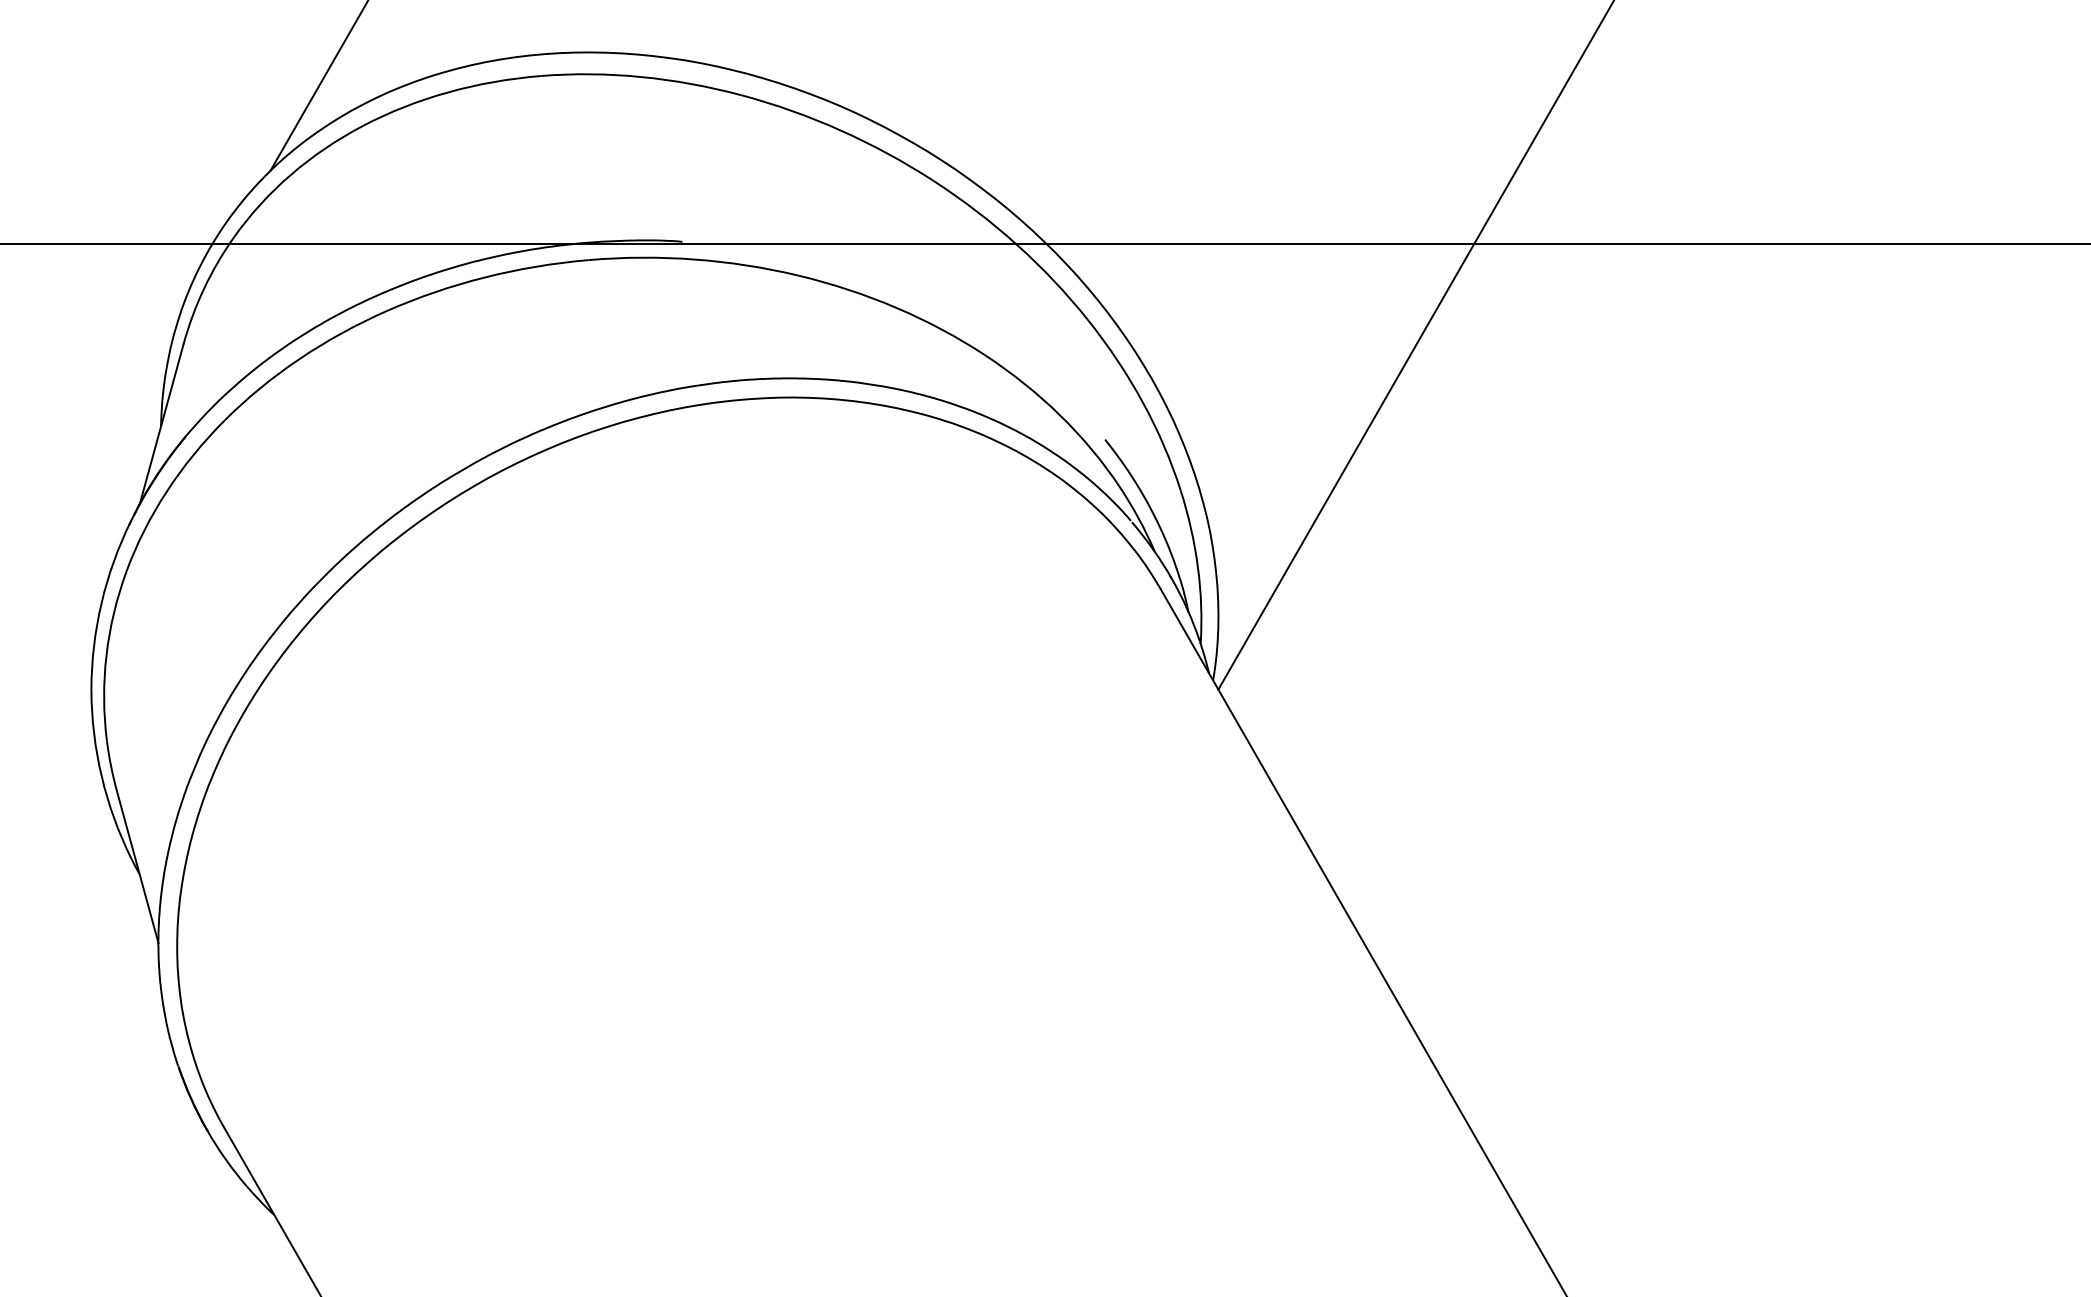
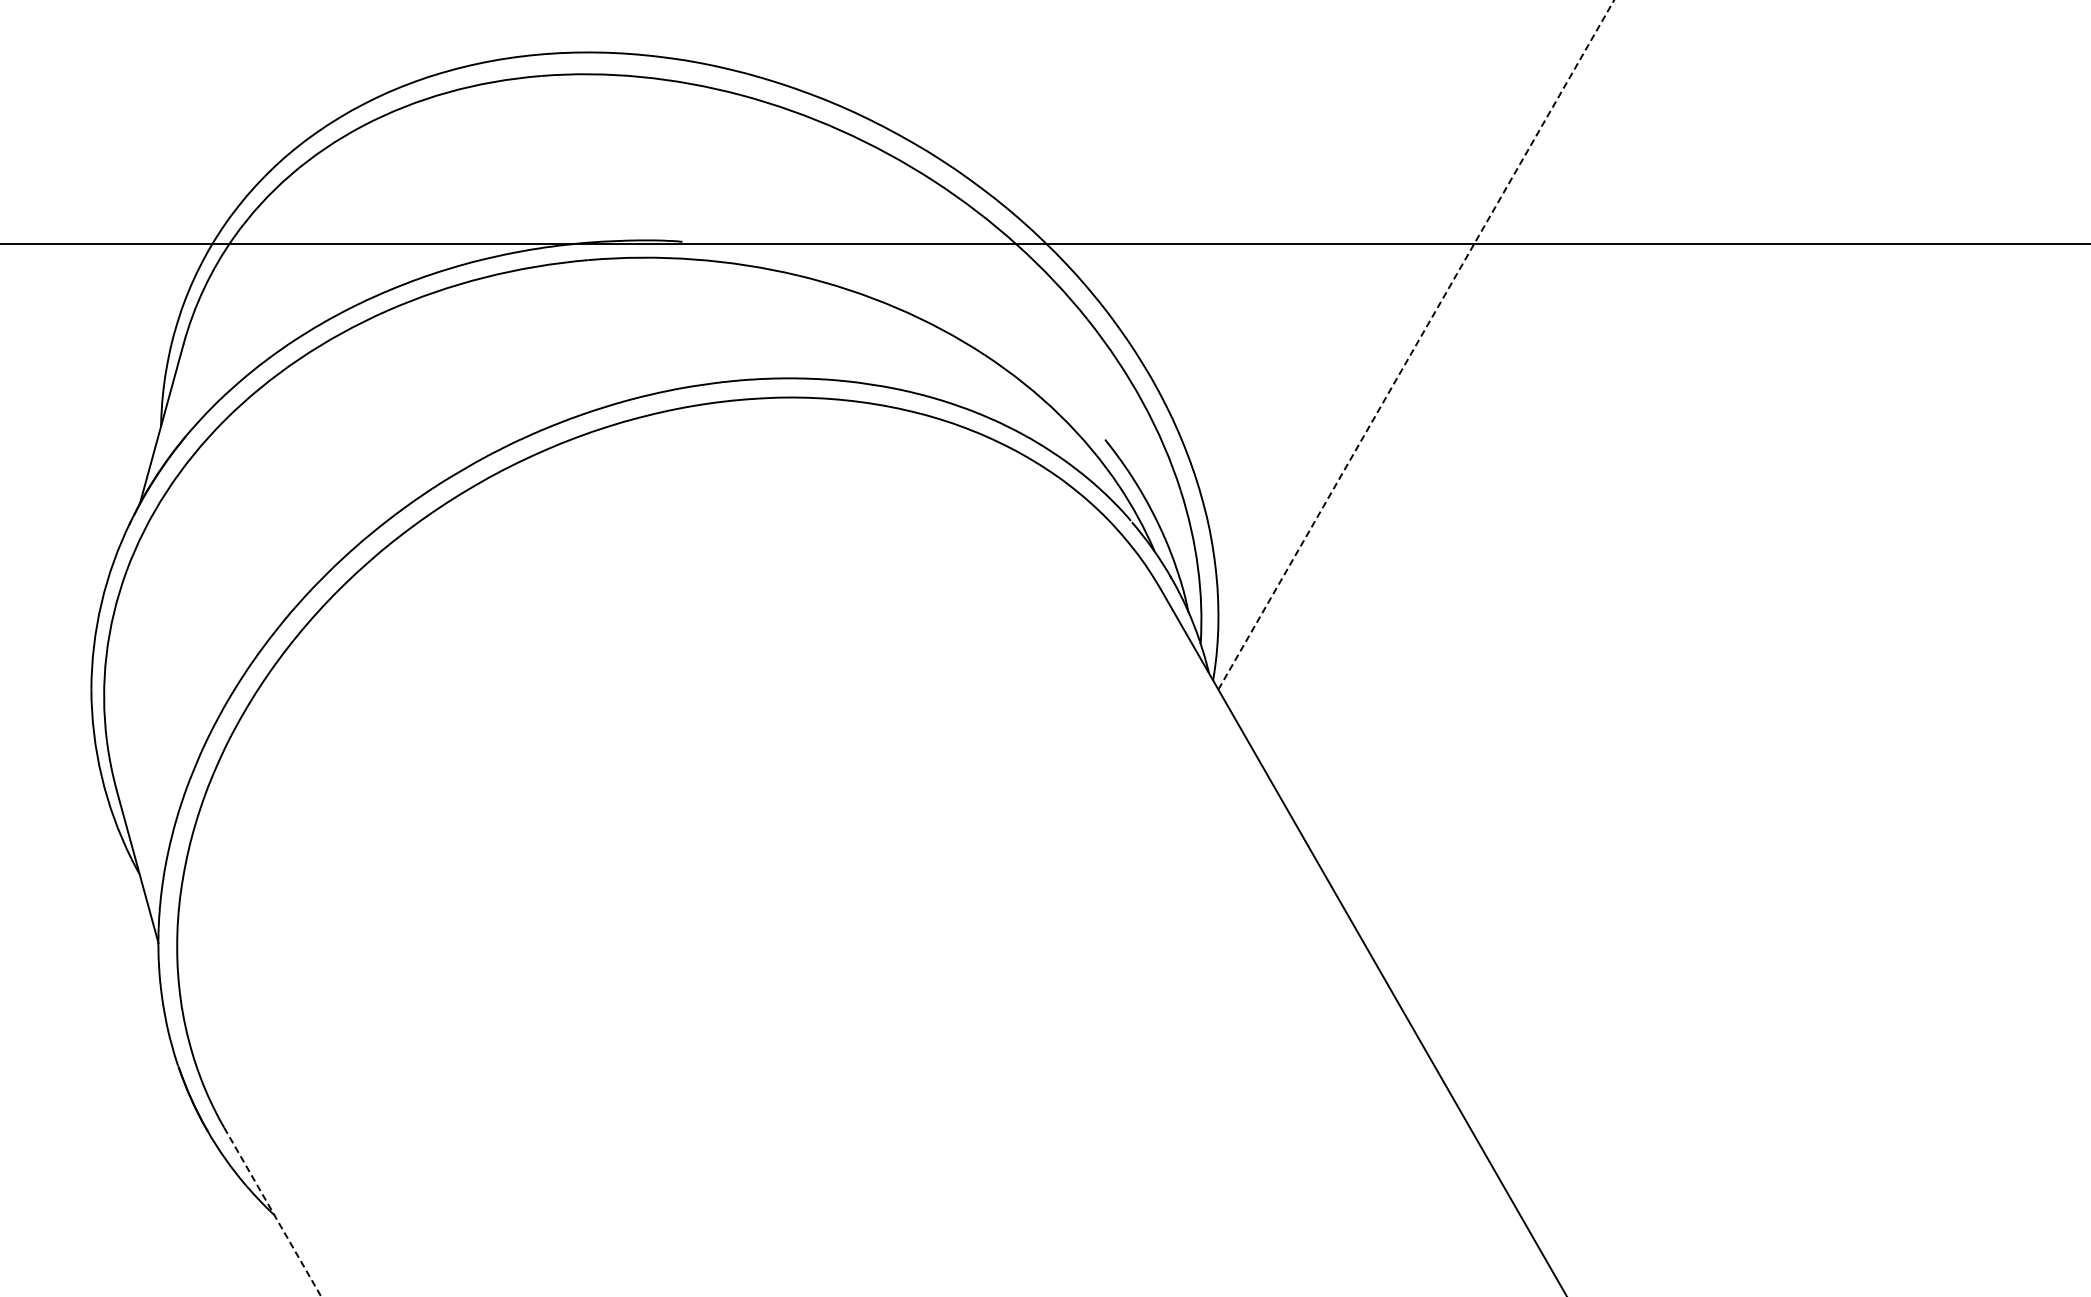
line at (318, 86): present -> none
line at (1416, 344): solid -> dashed
line at (272, 1212): solid -> dashed
